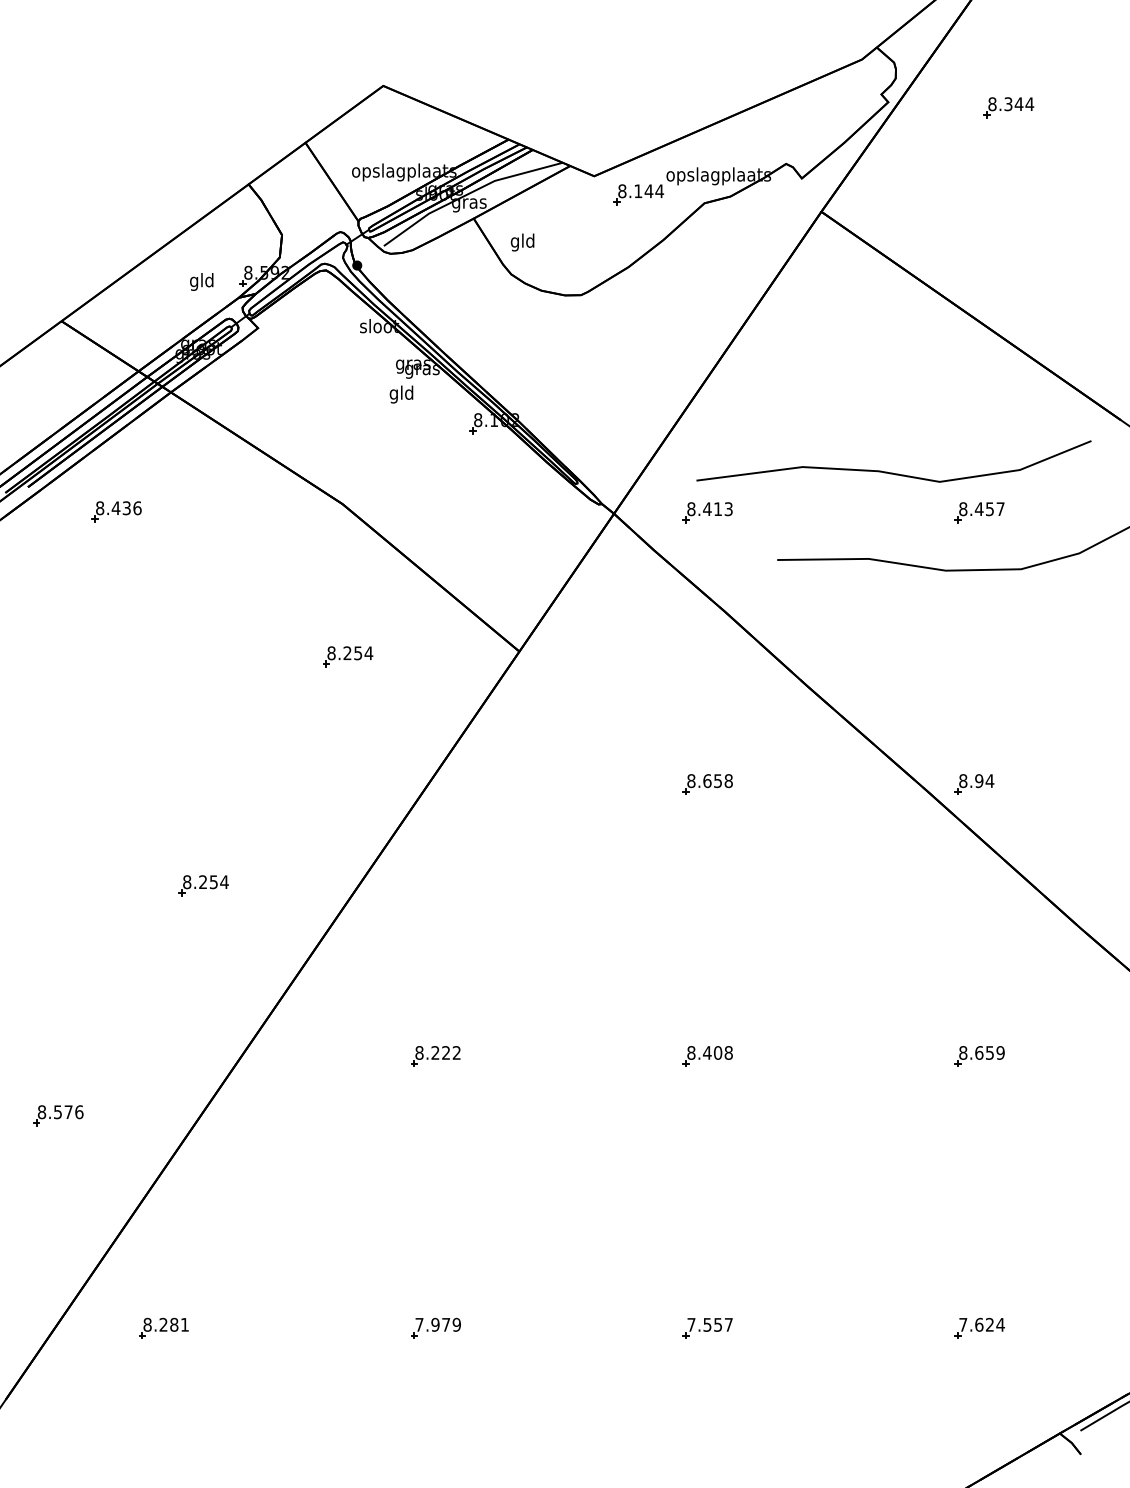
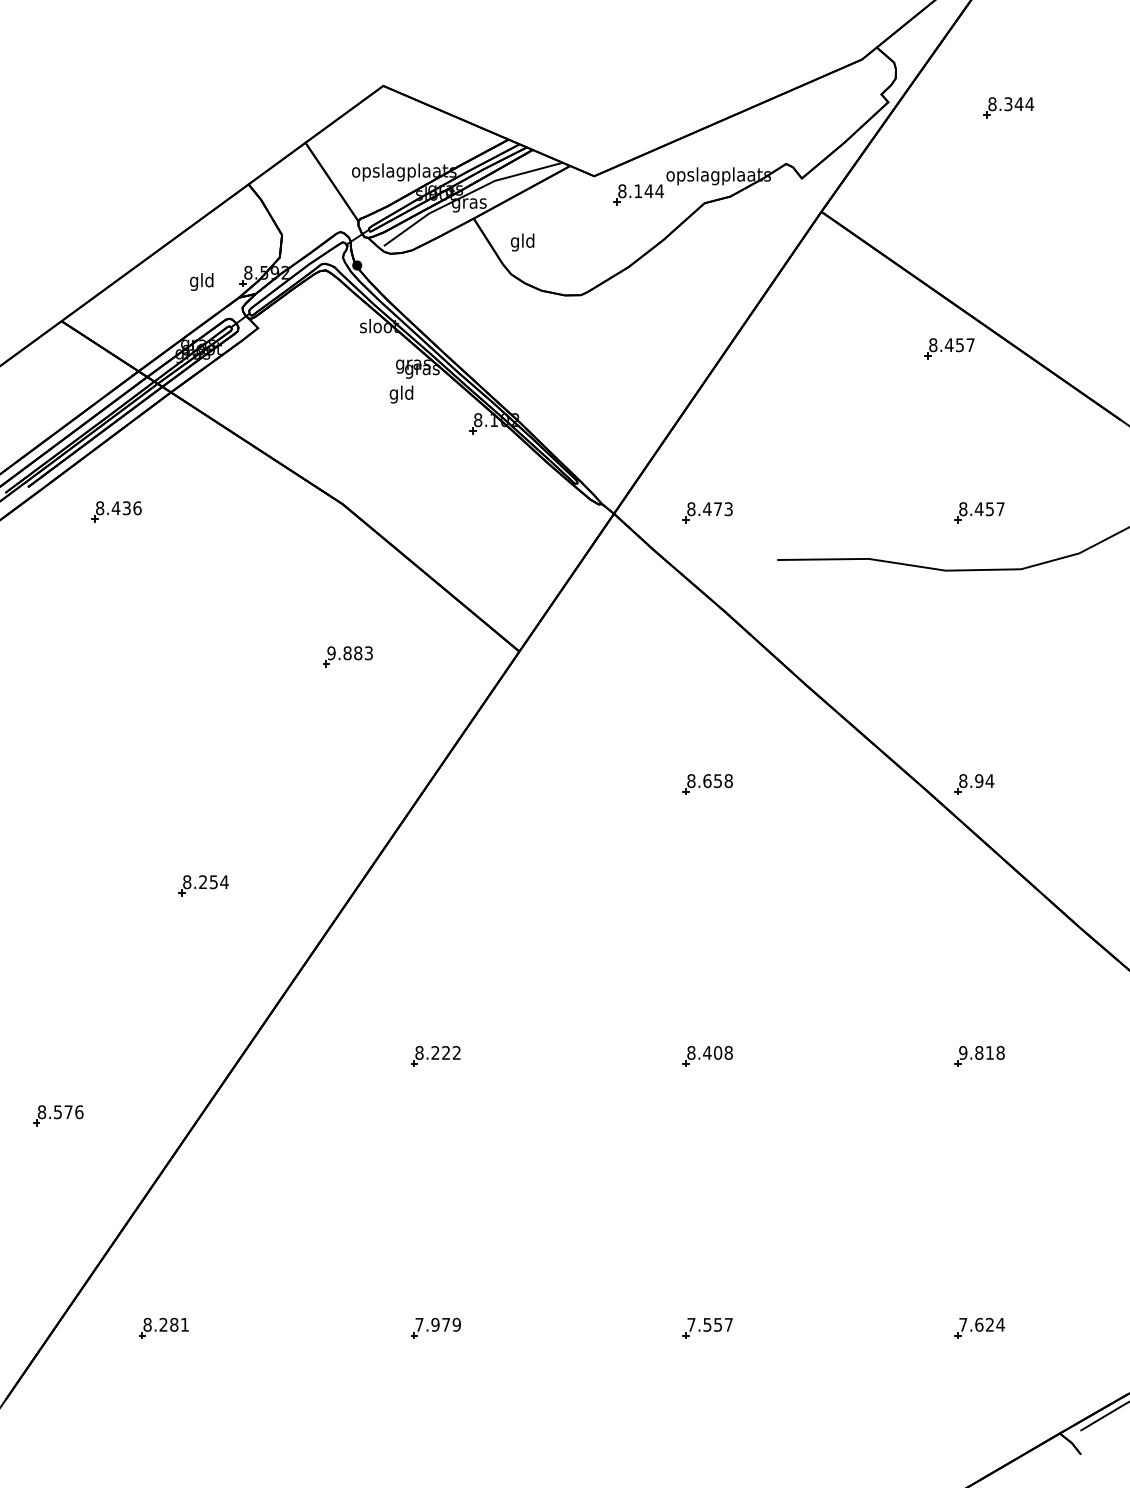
part at (949, 348): none -> present
curve at (893, 472): present -> none
text at (717, 508): 8.413 -> 8.473
text at (350, 653): 8.254 -> 9.883
text at (981, 1052): 8.659 -> 9.818
